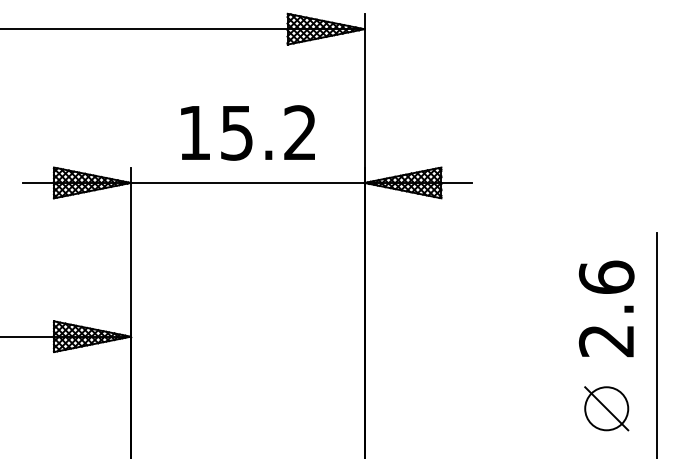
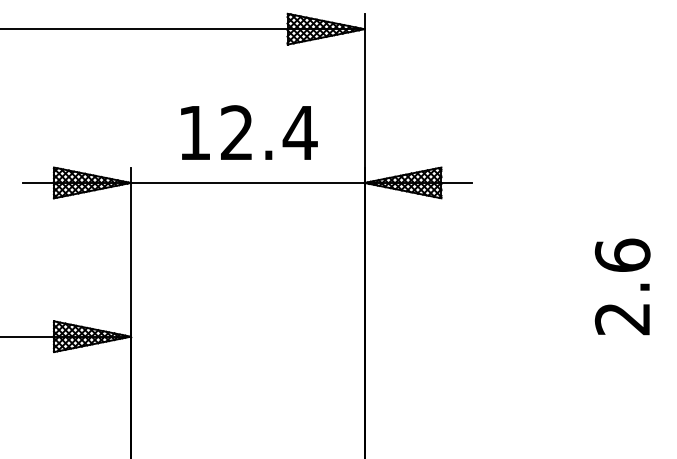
text at (269, 132): 15.2 -> 12.4
text at (606, 308) position: (606, 308) -> (622, 286)
line at (656, 344): present -> none
part at (606, 408): present -> none
